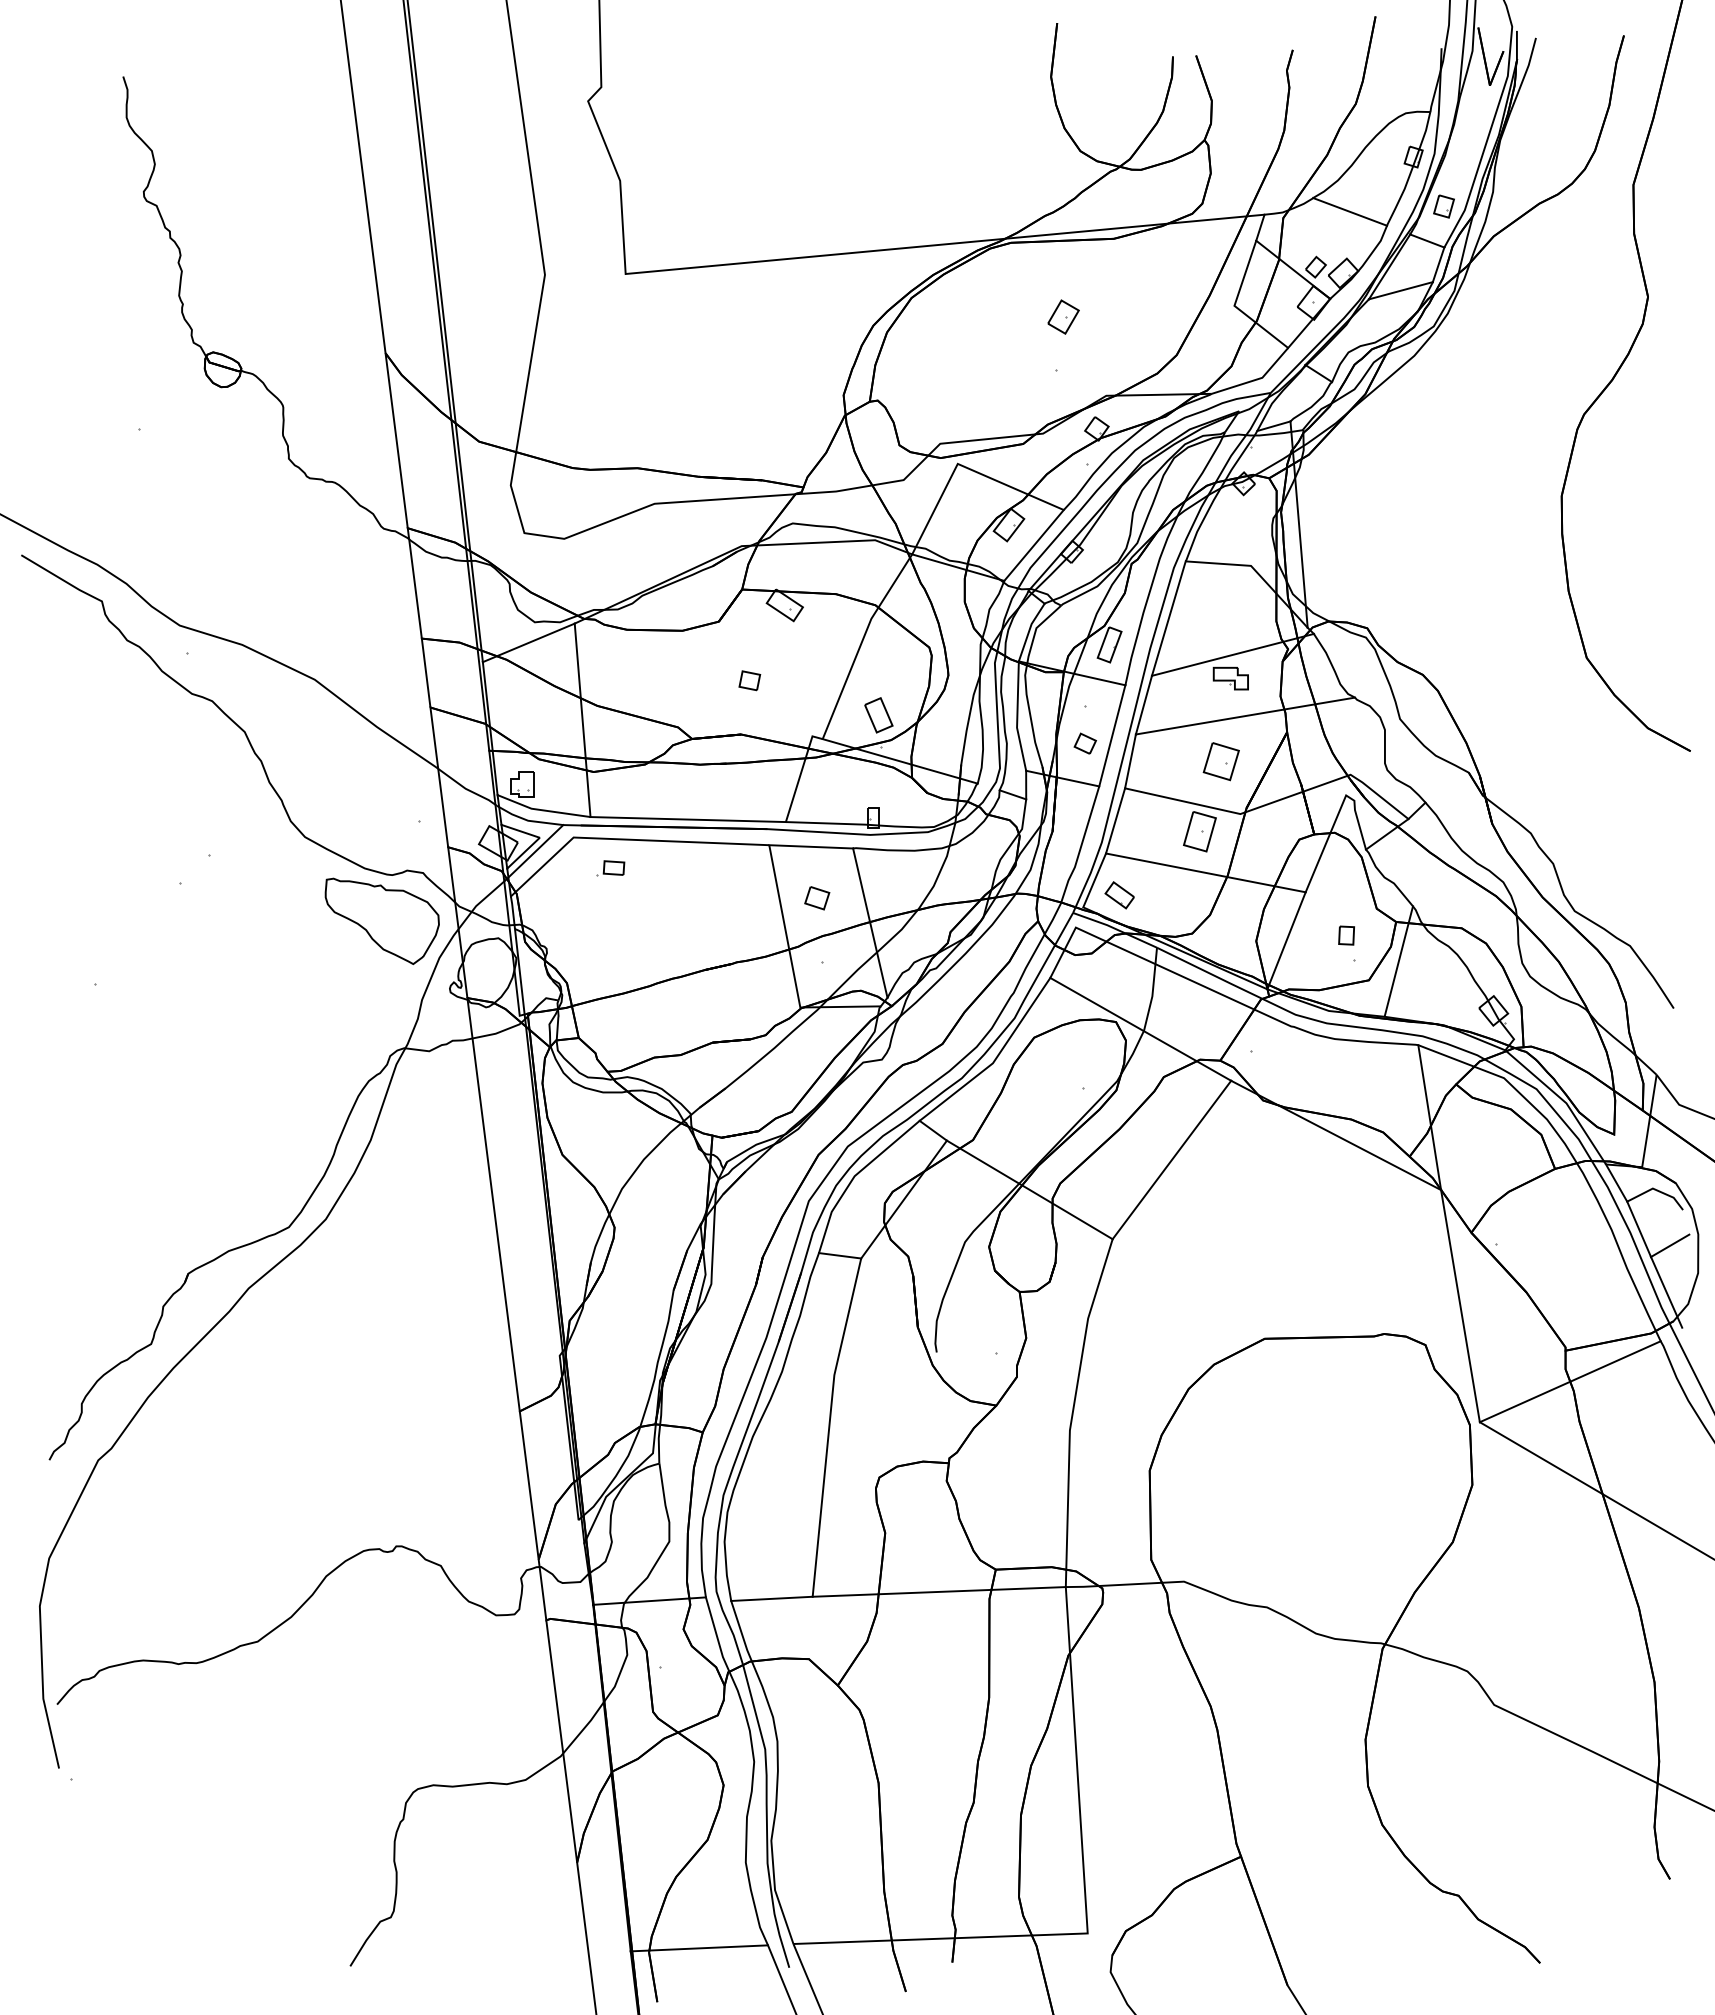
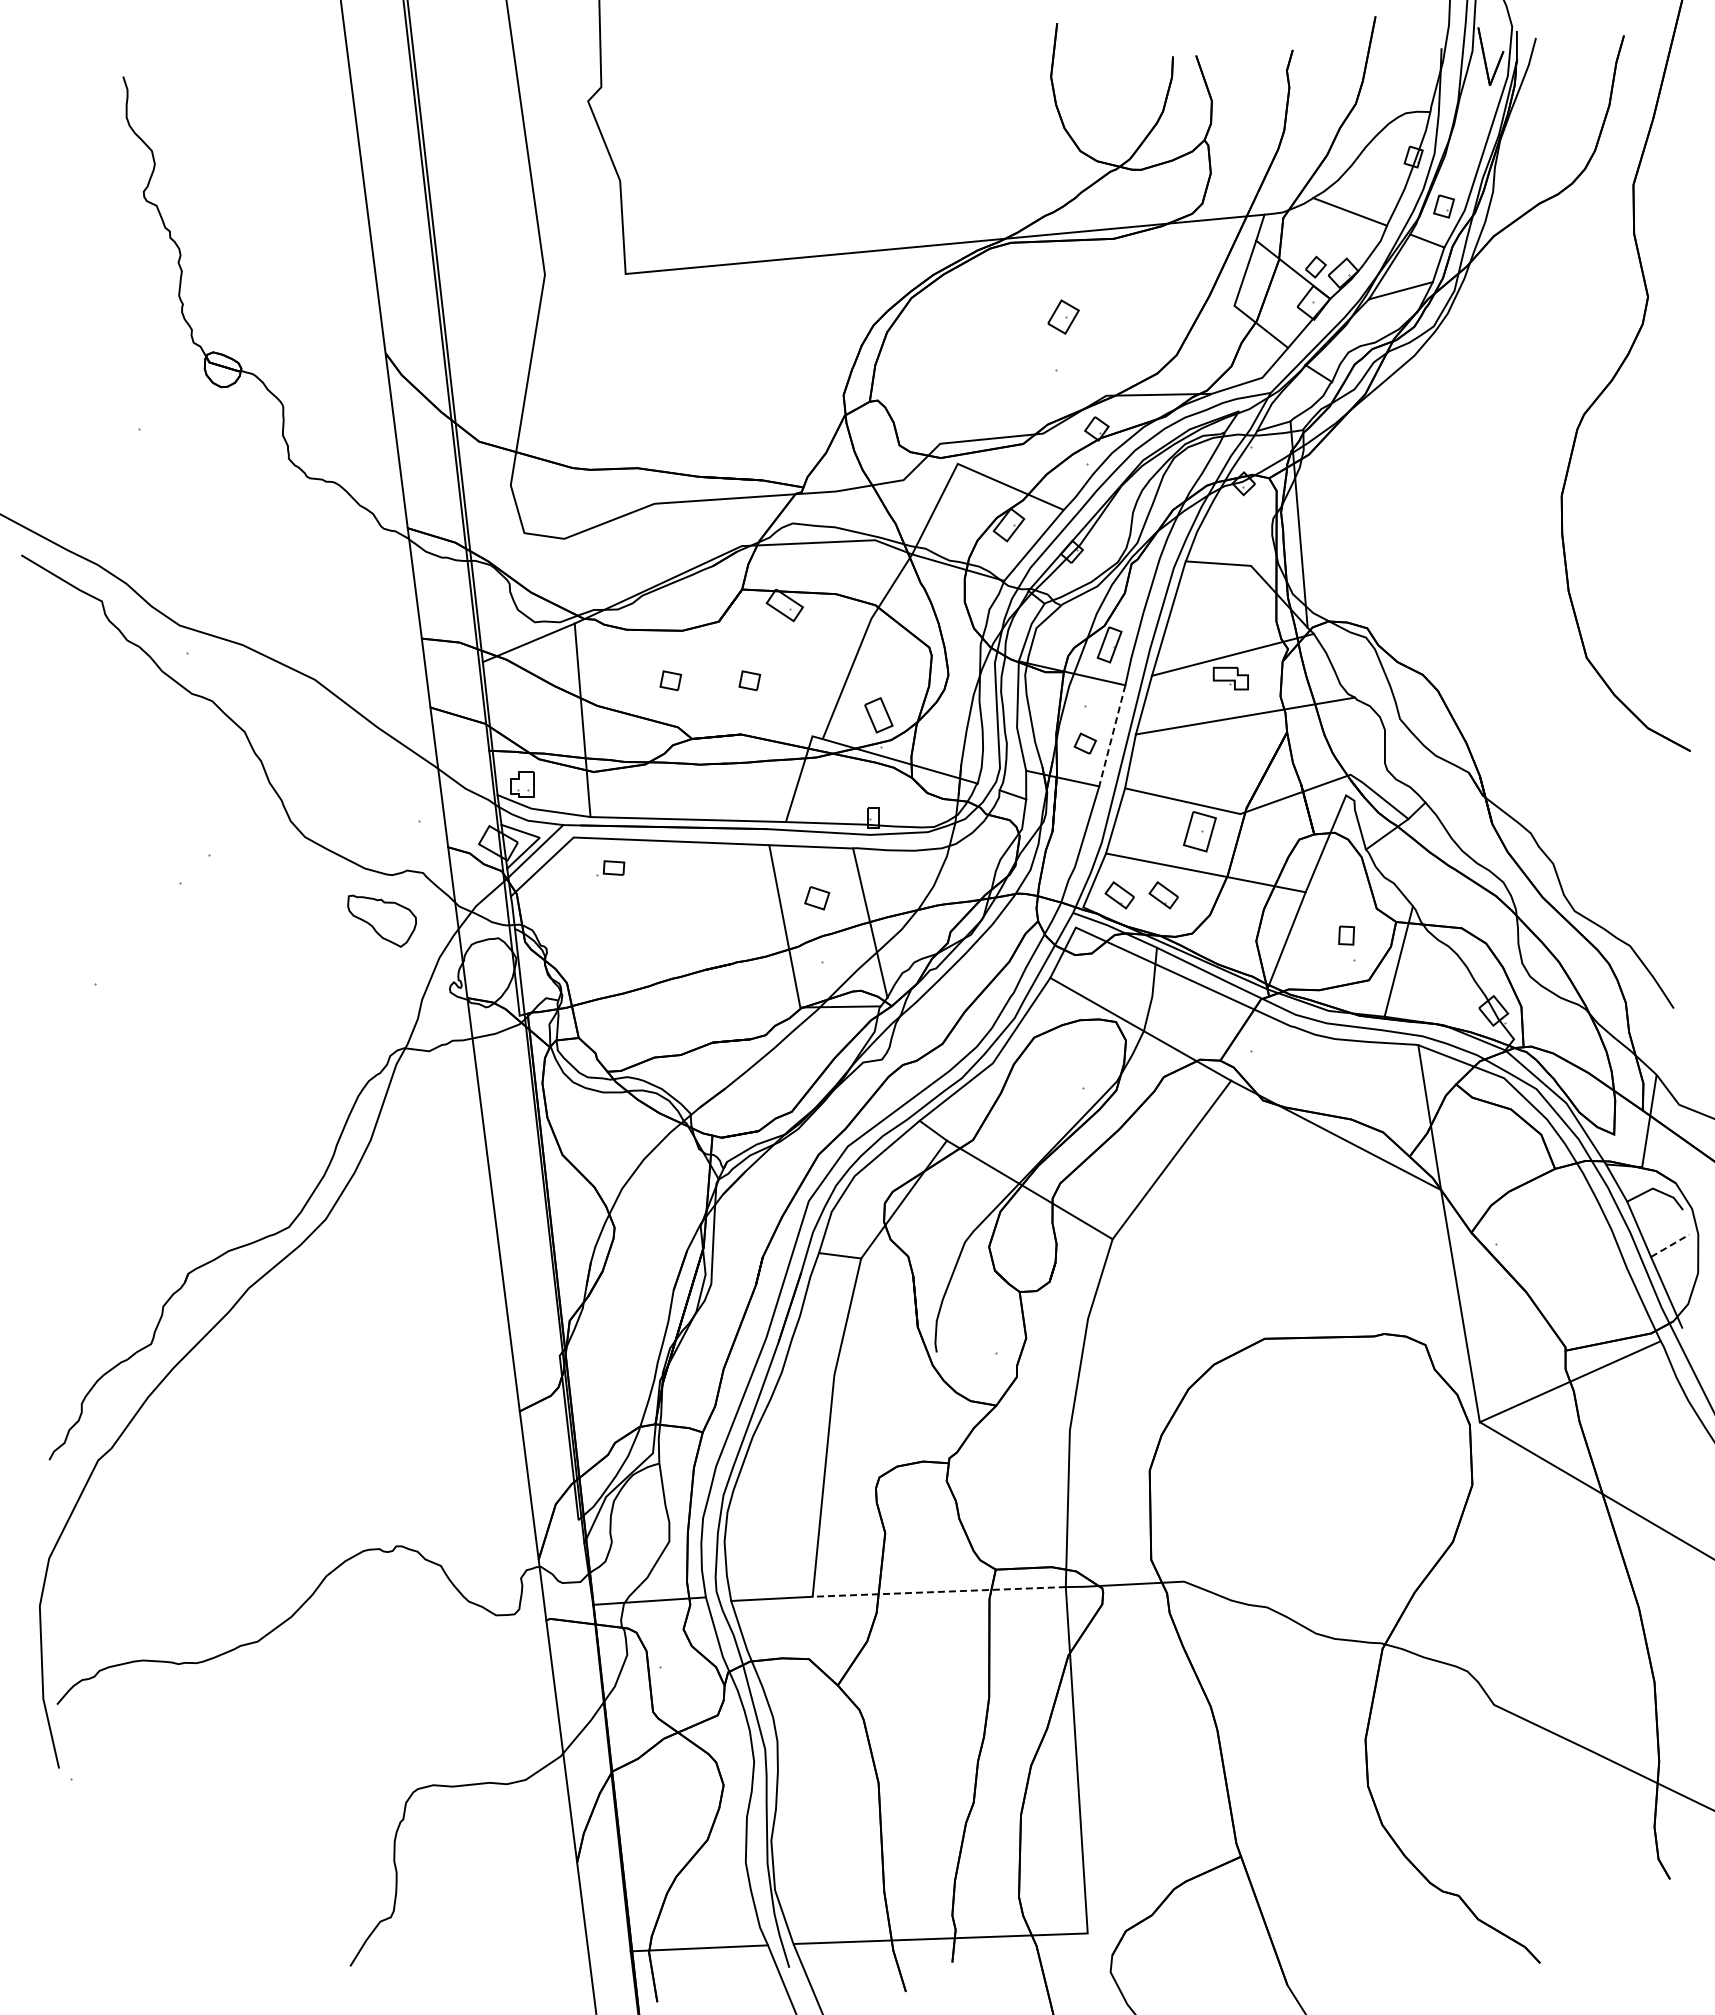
part at (670, 680): none -> present
line at (1112, 736): solid -> dashed
part at (1220, 761): present -> none
part at (1163, 895): none -> present
part at (381, 920) size: 116x88 px -> 70x54 px
line at (1670, 1245): solid -> dashed
line at (939, 1591): solid -> dashed
